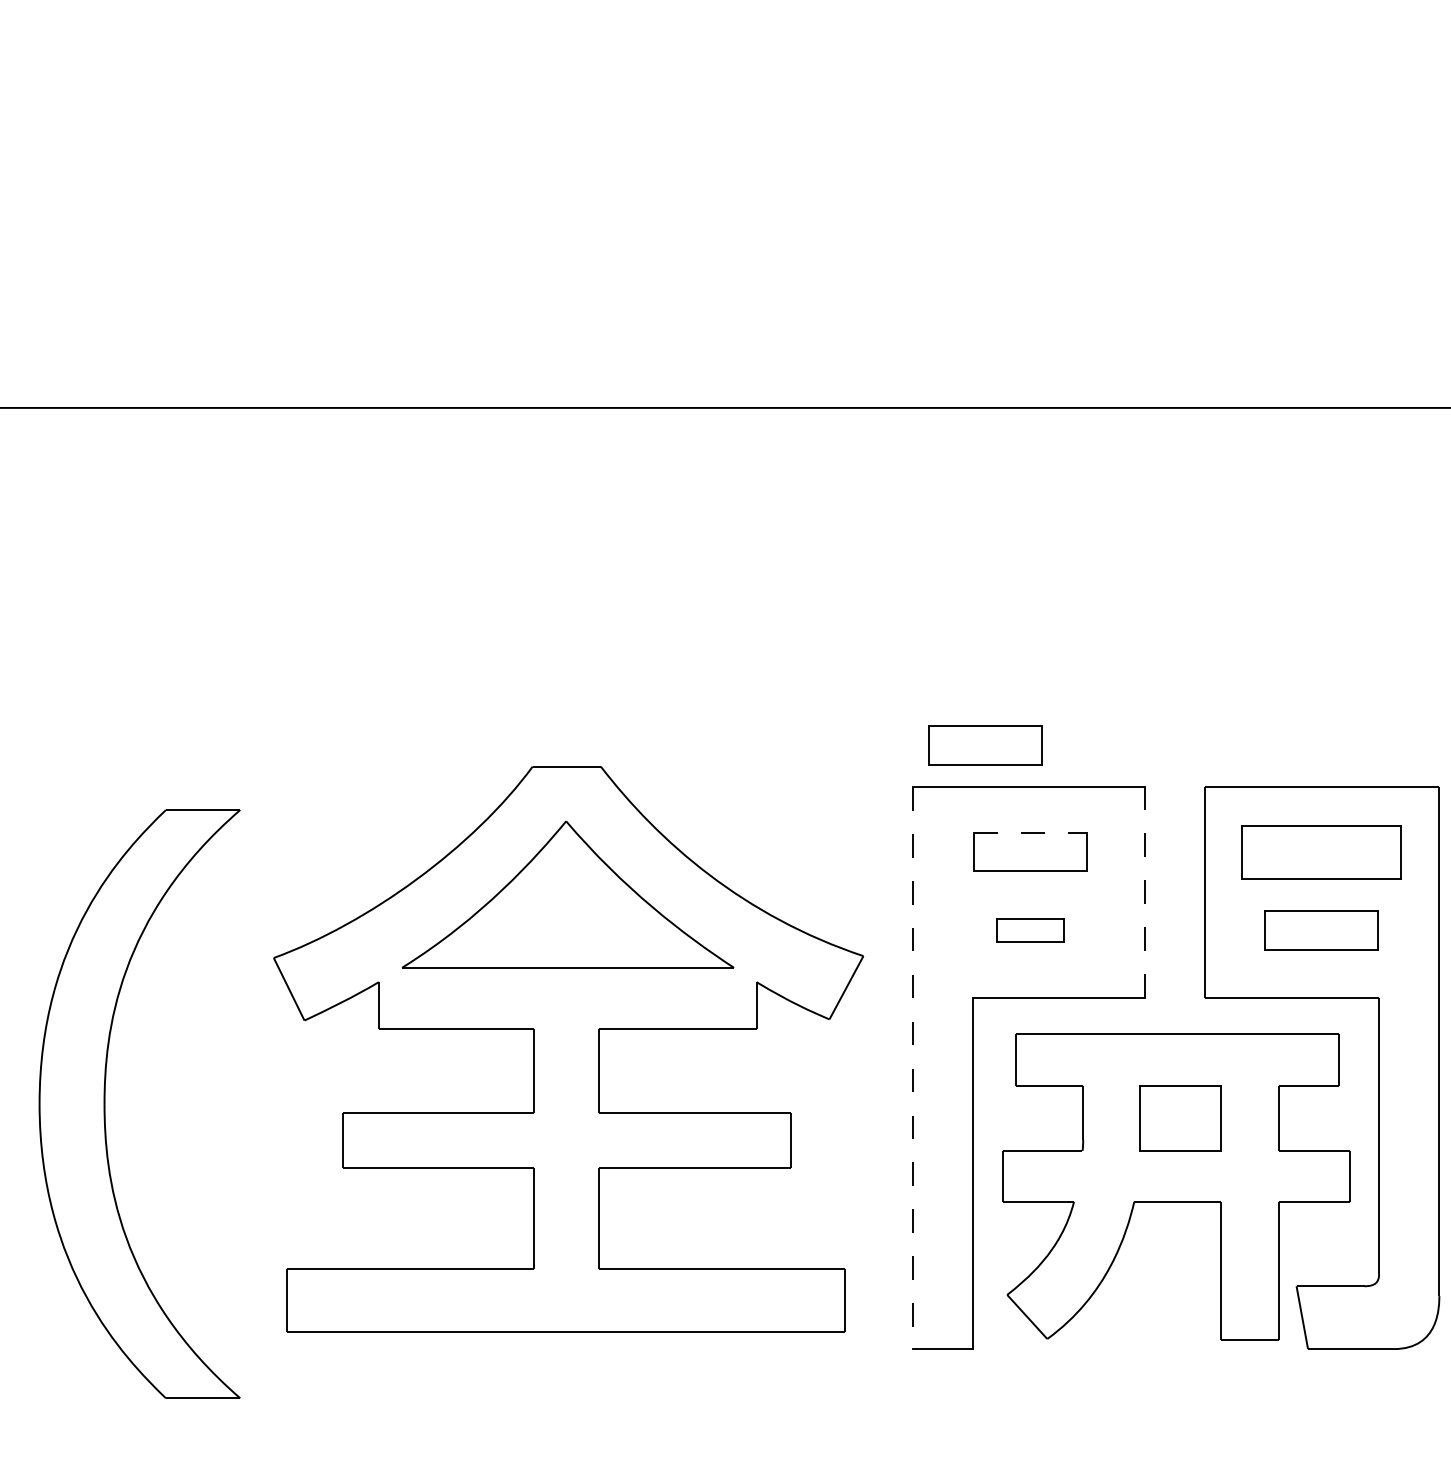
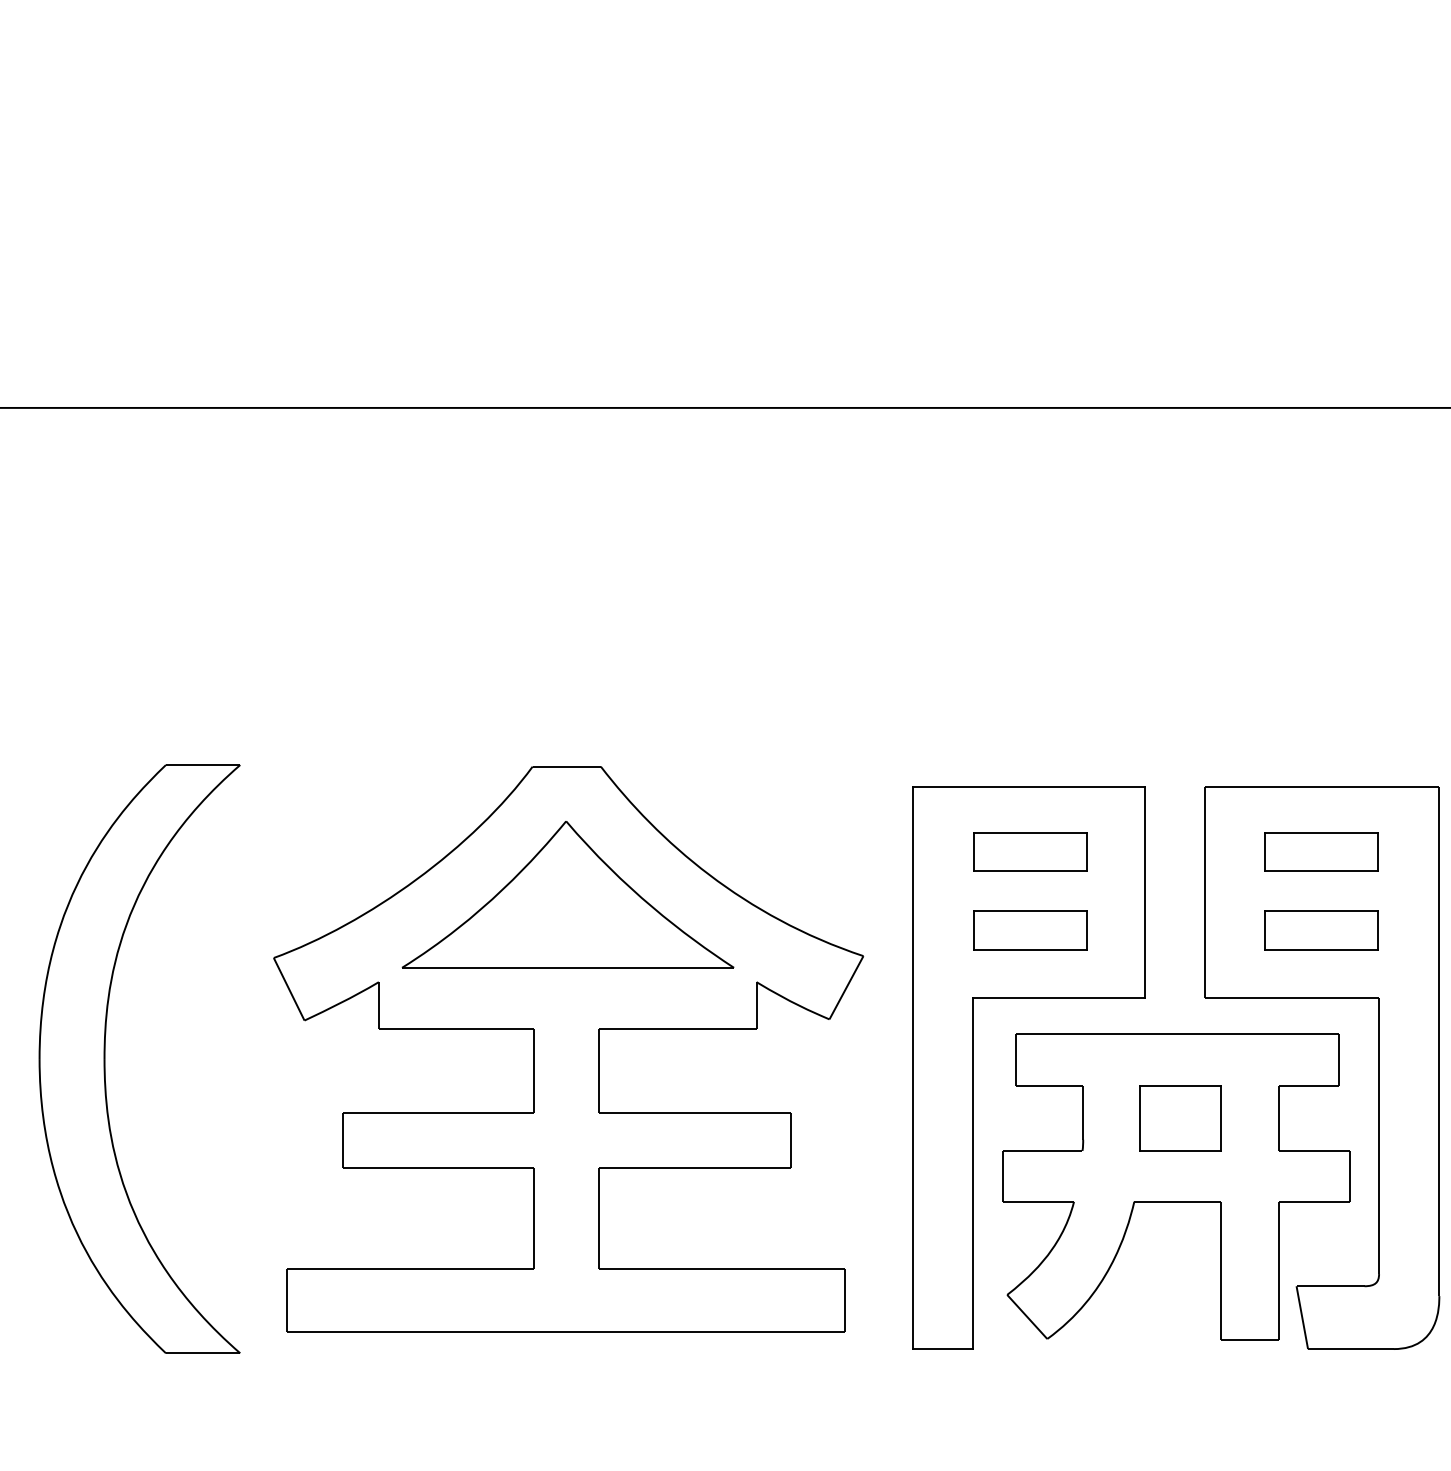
part at (985, 745): present -> none
line at (1030, 833): dashed -> solid
part at (1321, 852) size: 161x55 px -> 115x40 px
line at (1144, 891): dashed -> solid
part at (1030, 930) size: 69x25 px -> 115x41 px
line at (913, 1068): dashed -> solid
part at (105, 1103) position: (105, 1103) -> (105, 1058)
